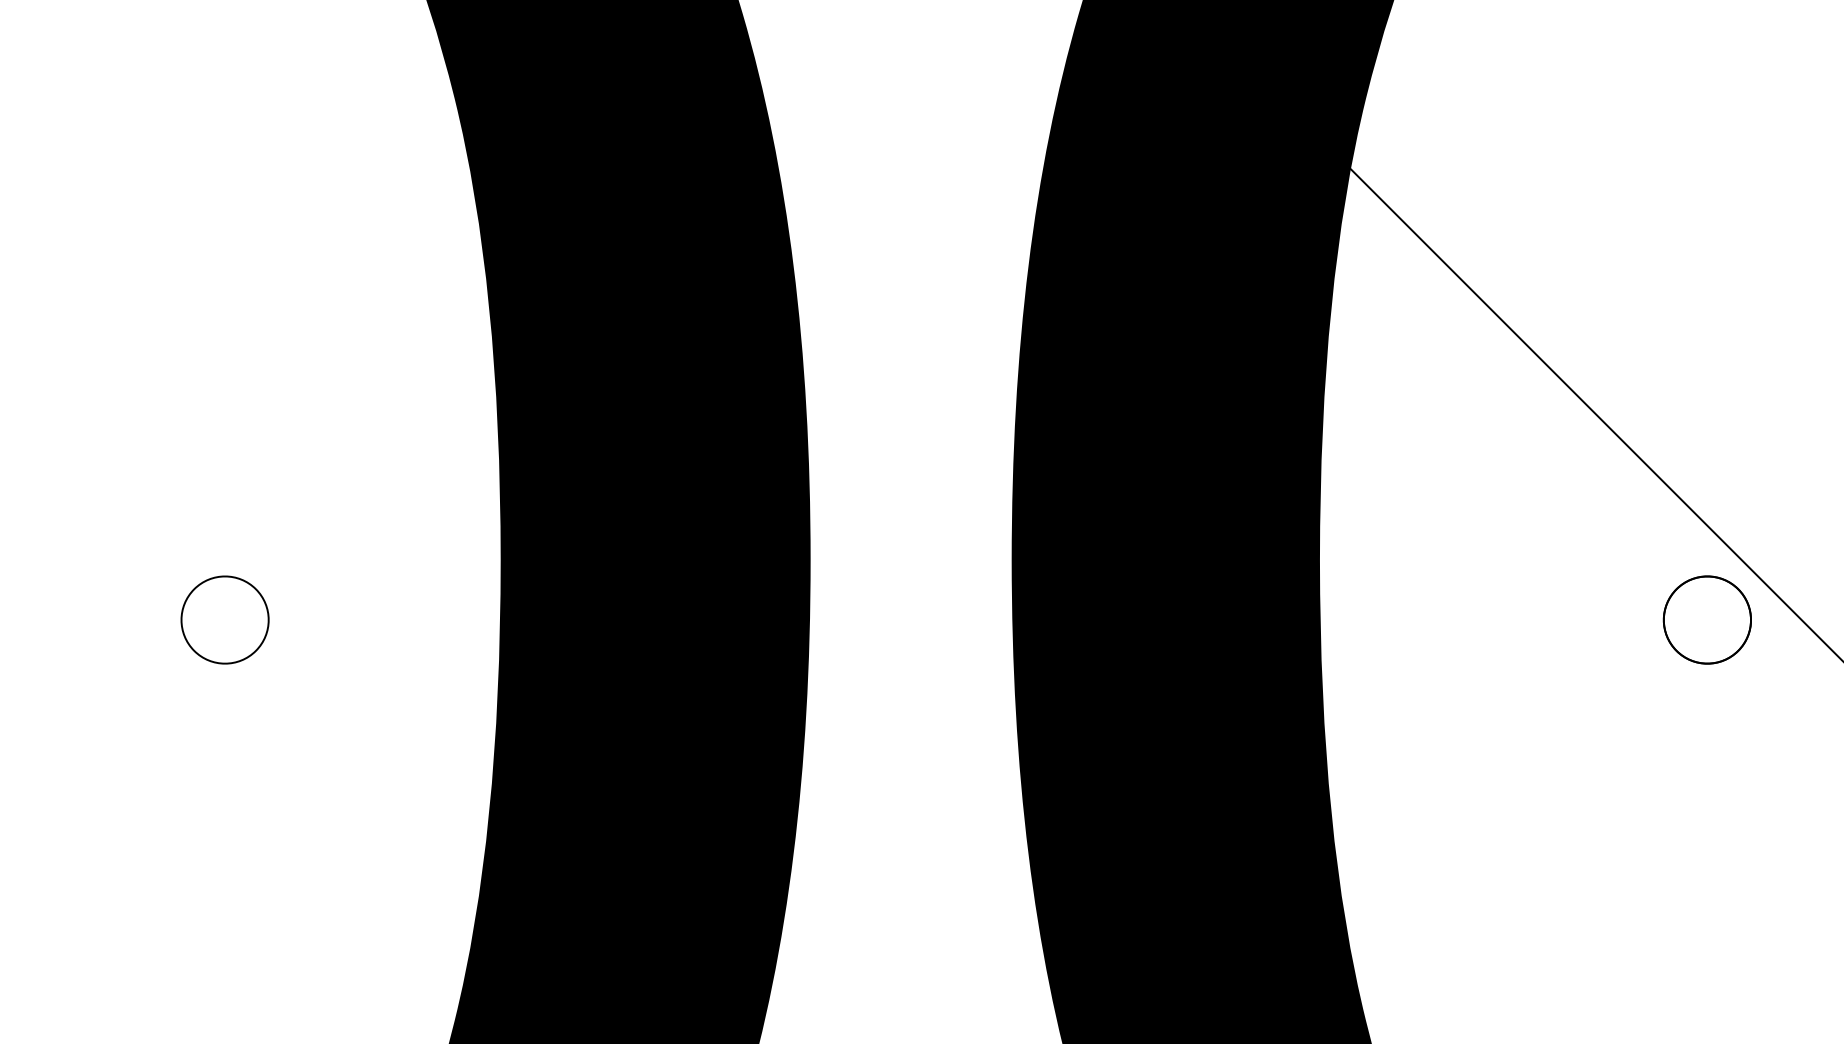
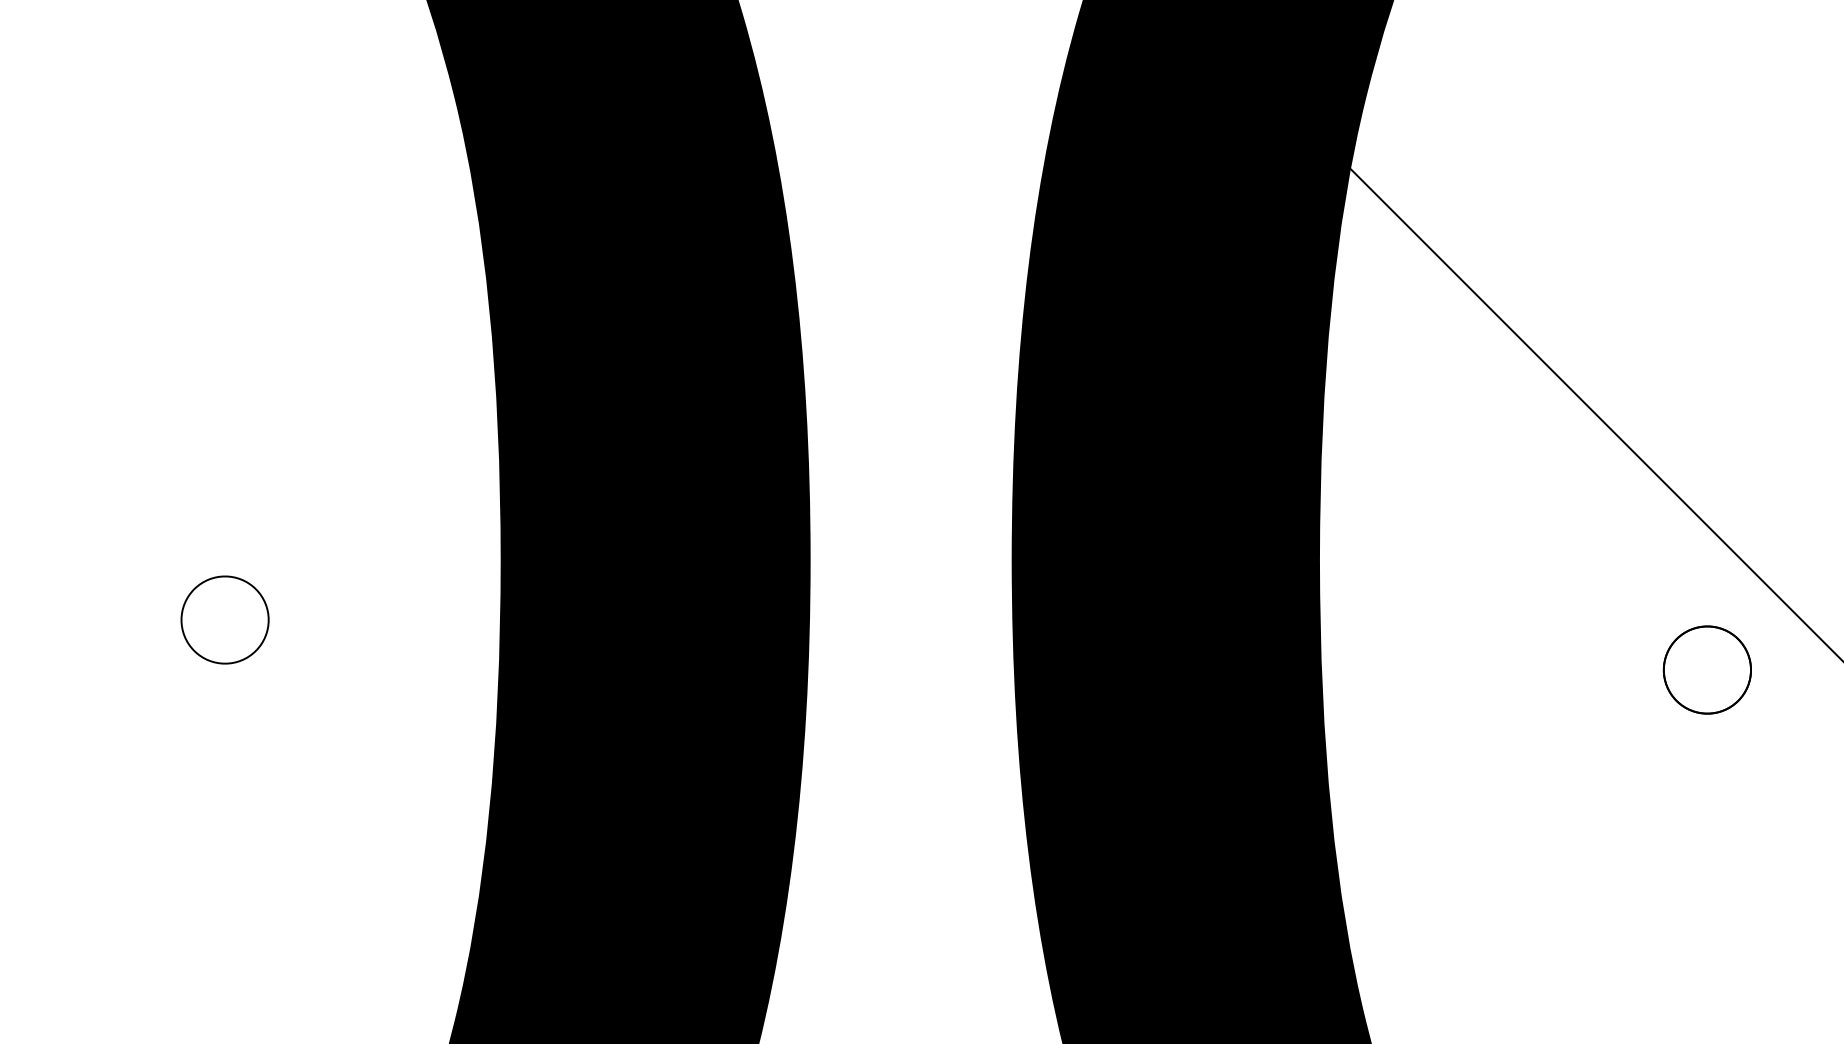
part at (1706, 619) position: (1706, 619) -> (1706, 669)
